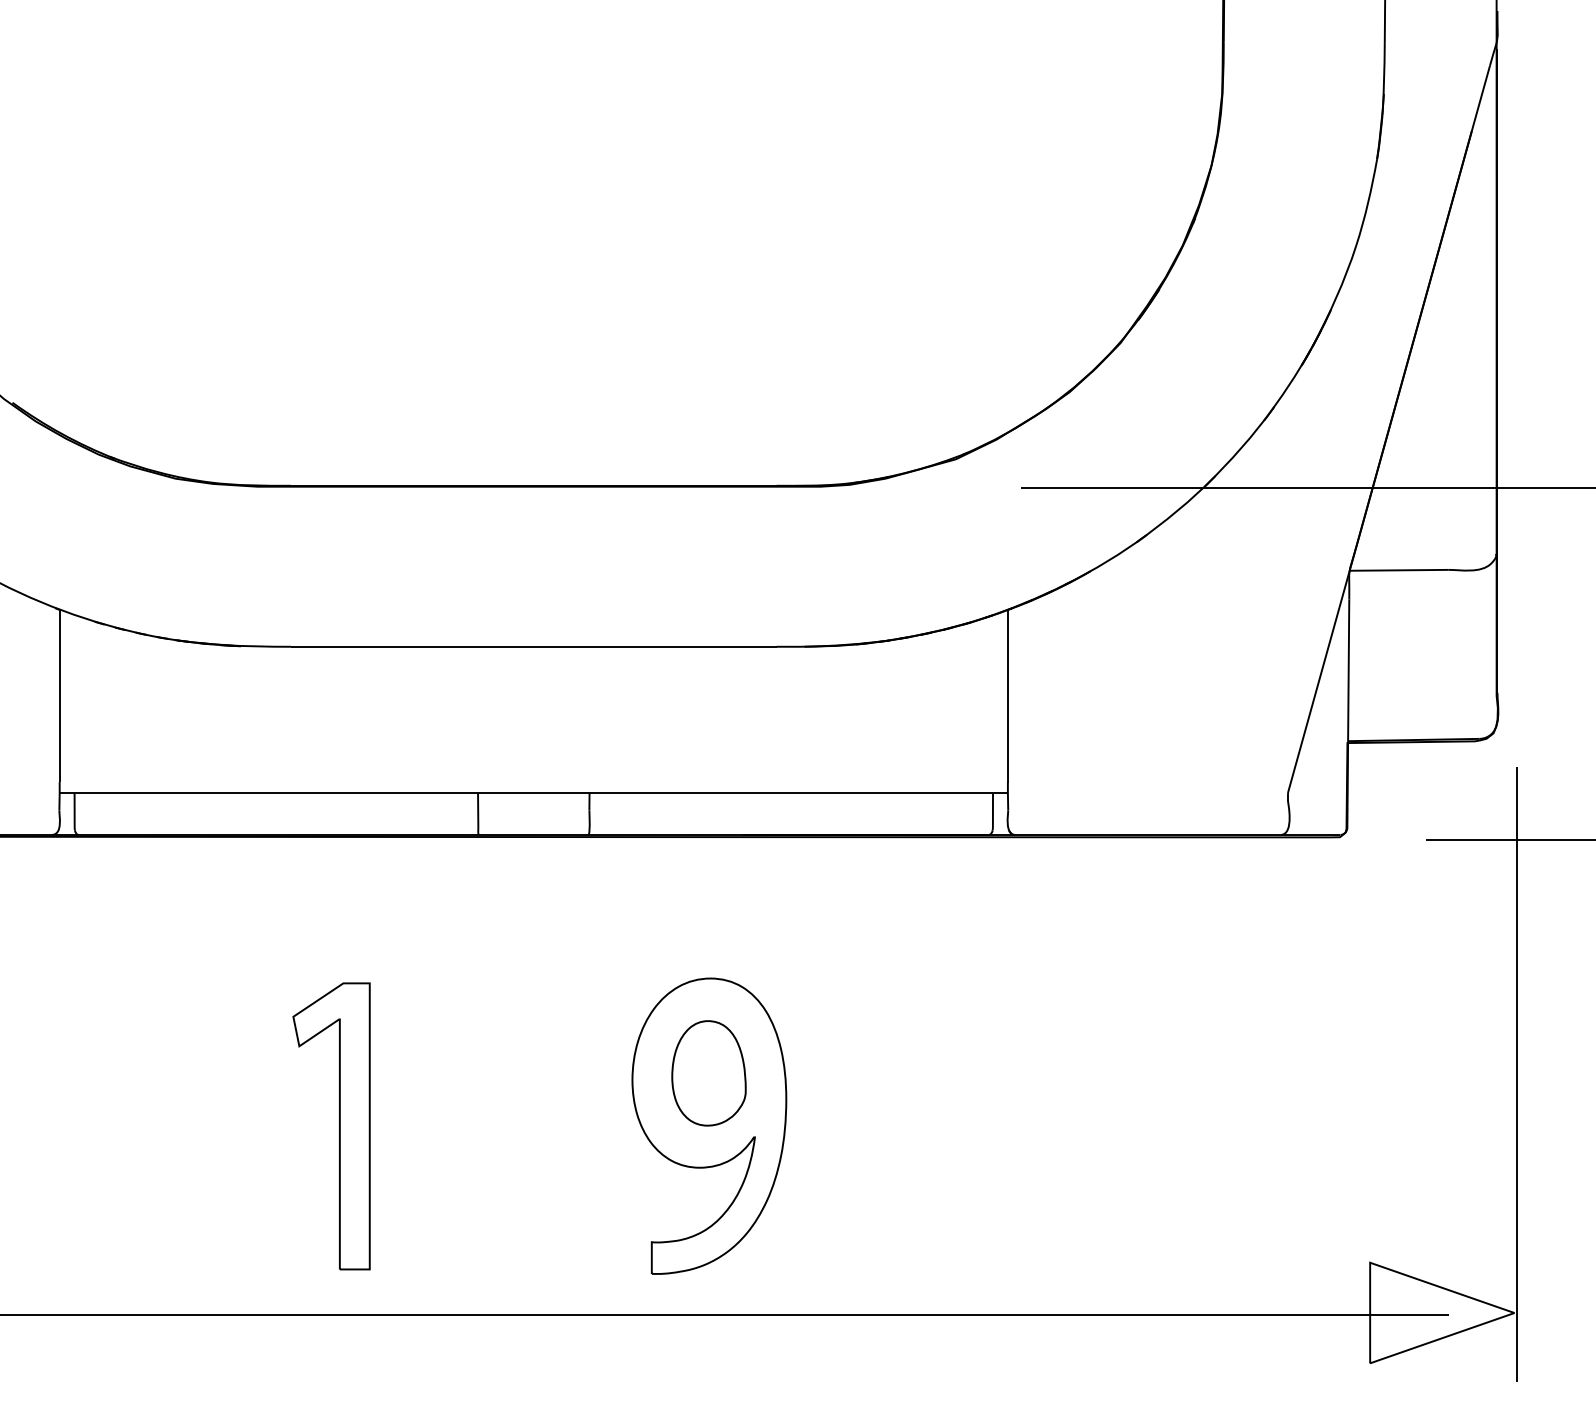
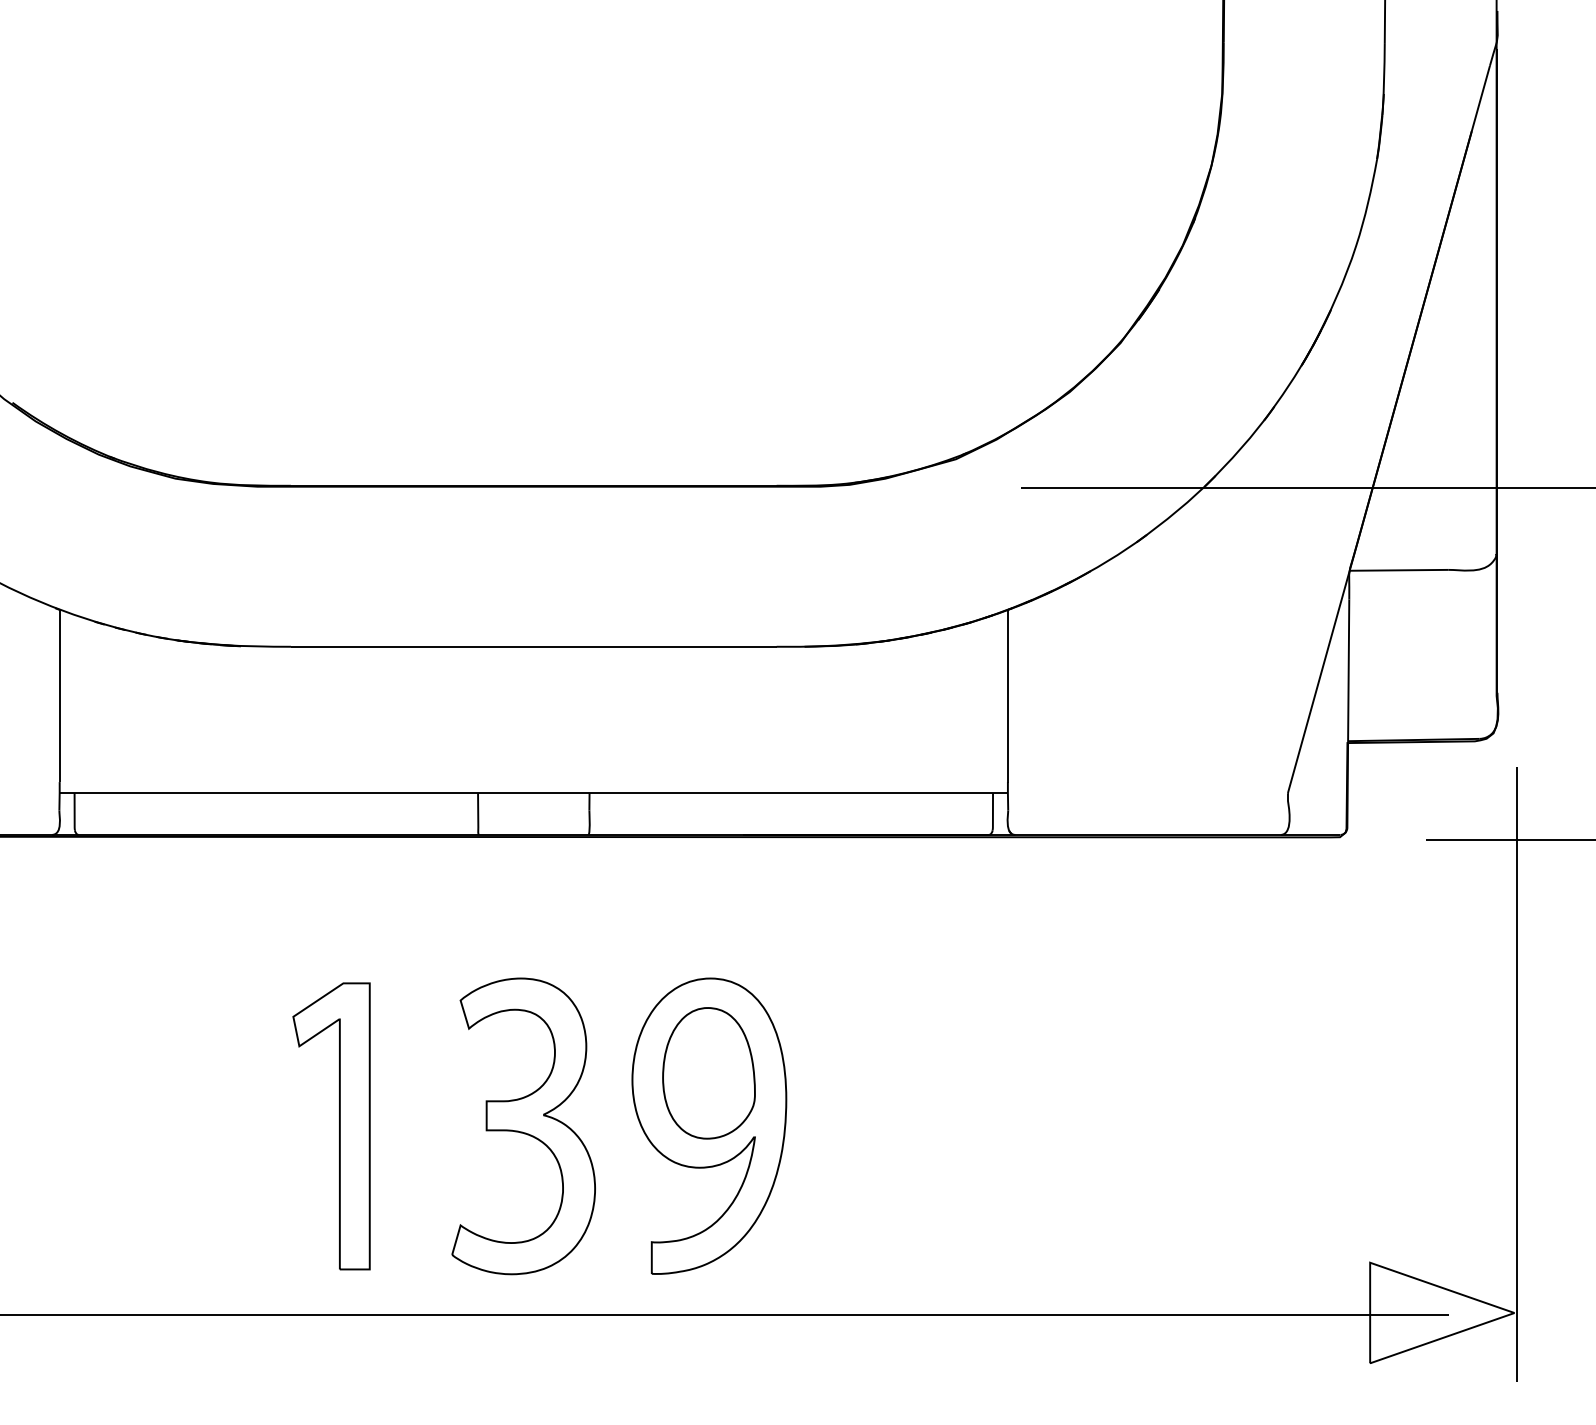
part at (708, 1073) size: 76x107 px -> 94x133 px
part at (523, 1126): none -> present
